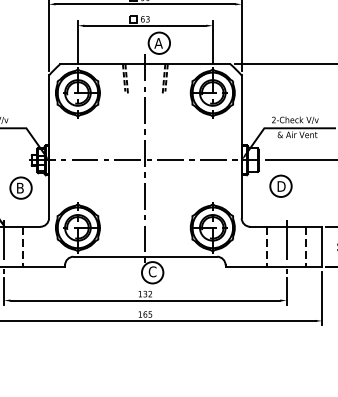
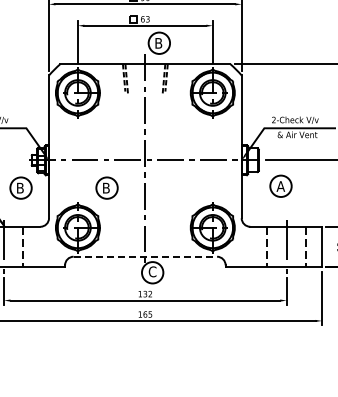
text at (158, 43): A -> B
text at (280, 186): D -> A
part at (106, 187): none -> present
line at (145, 256): solid -> dashed
